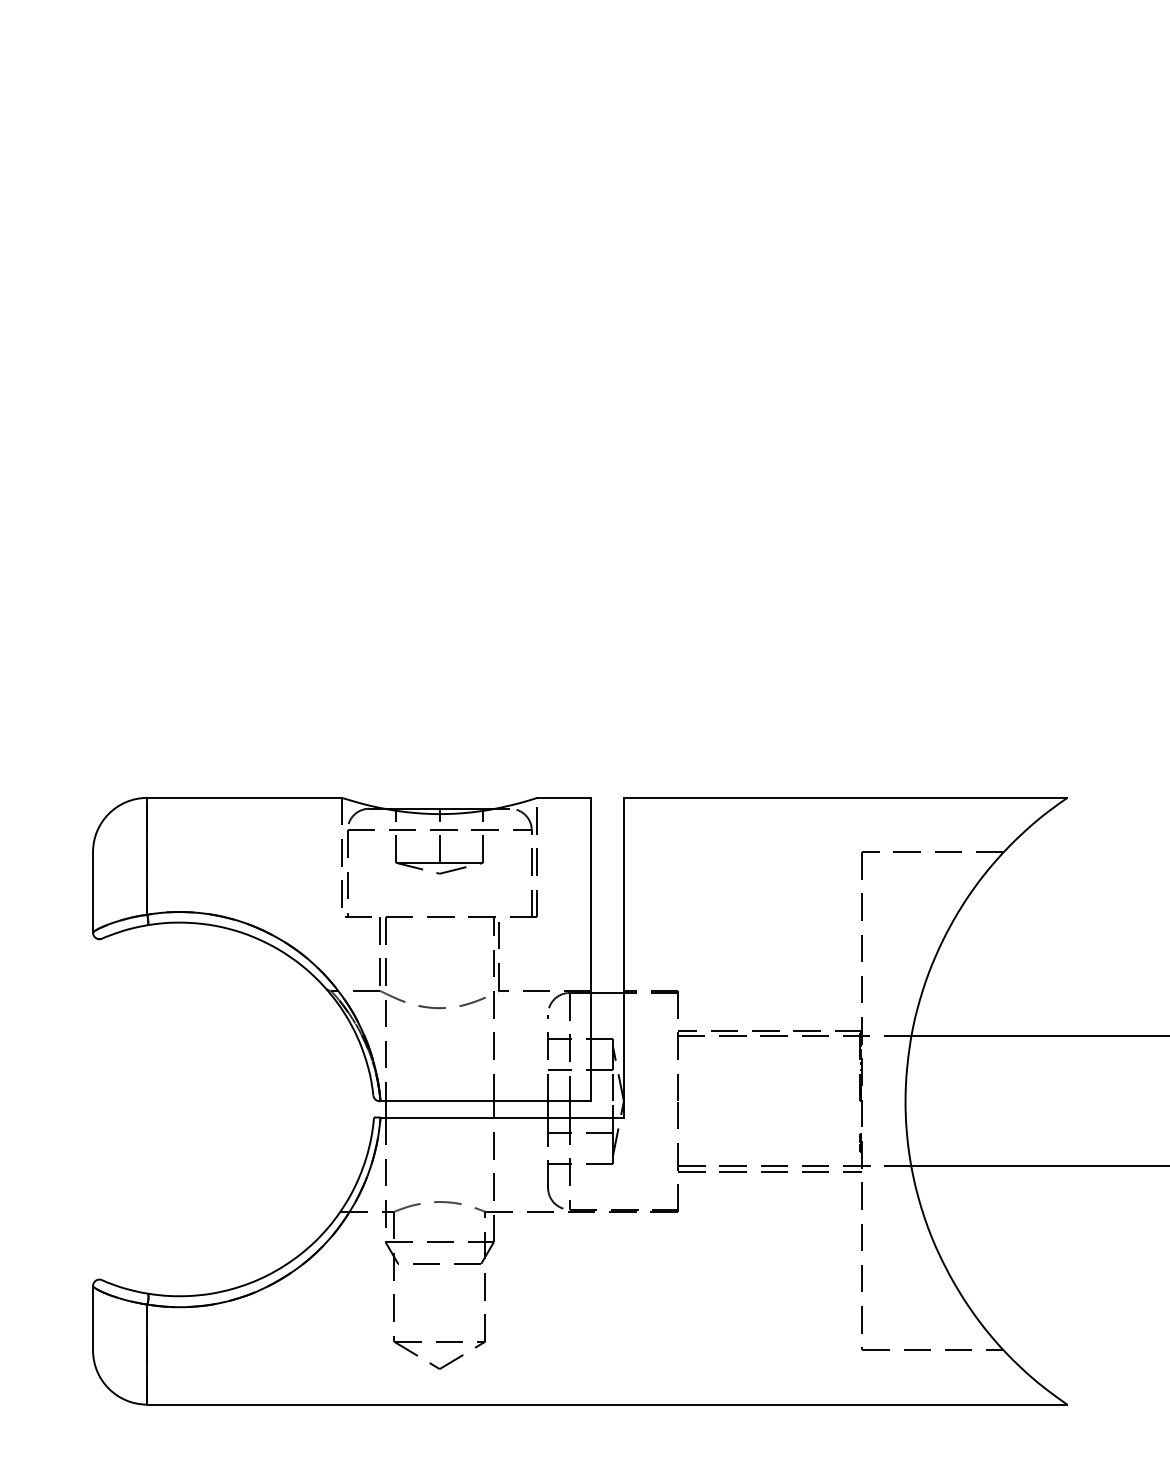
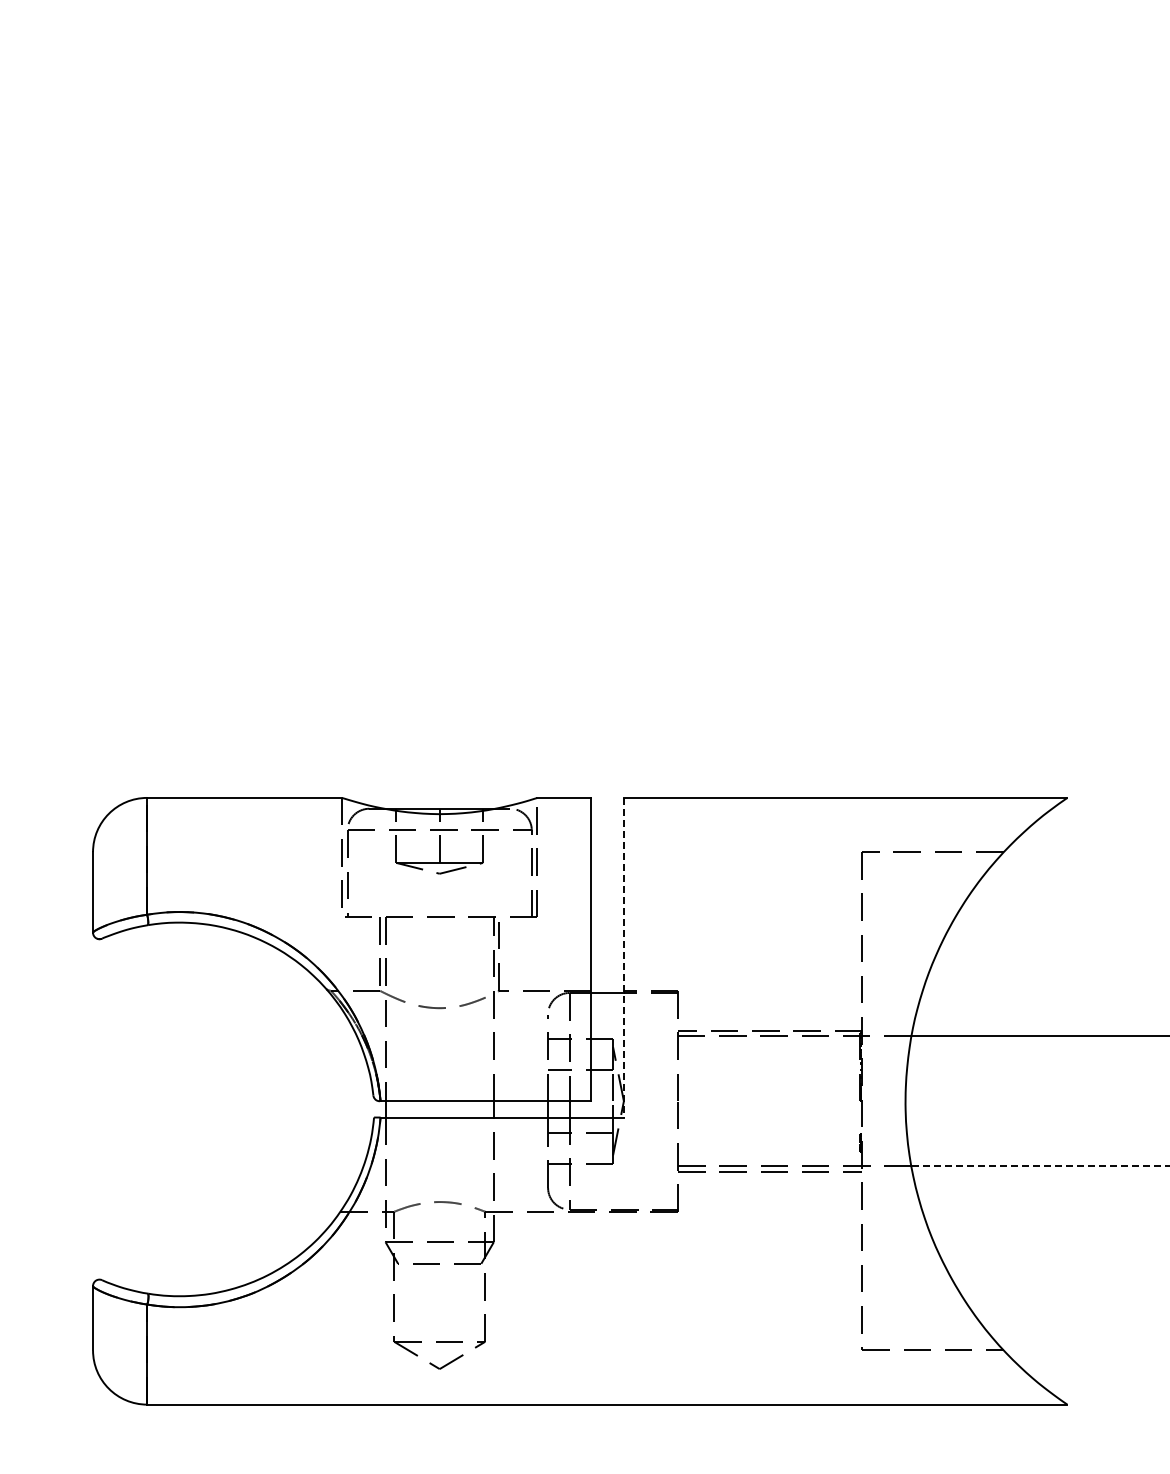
line at (623, 957): solid -> dashed
line at (1040, 1166): solid -> dashed
